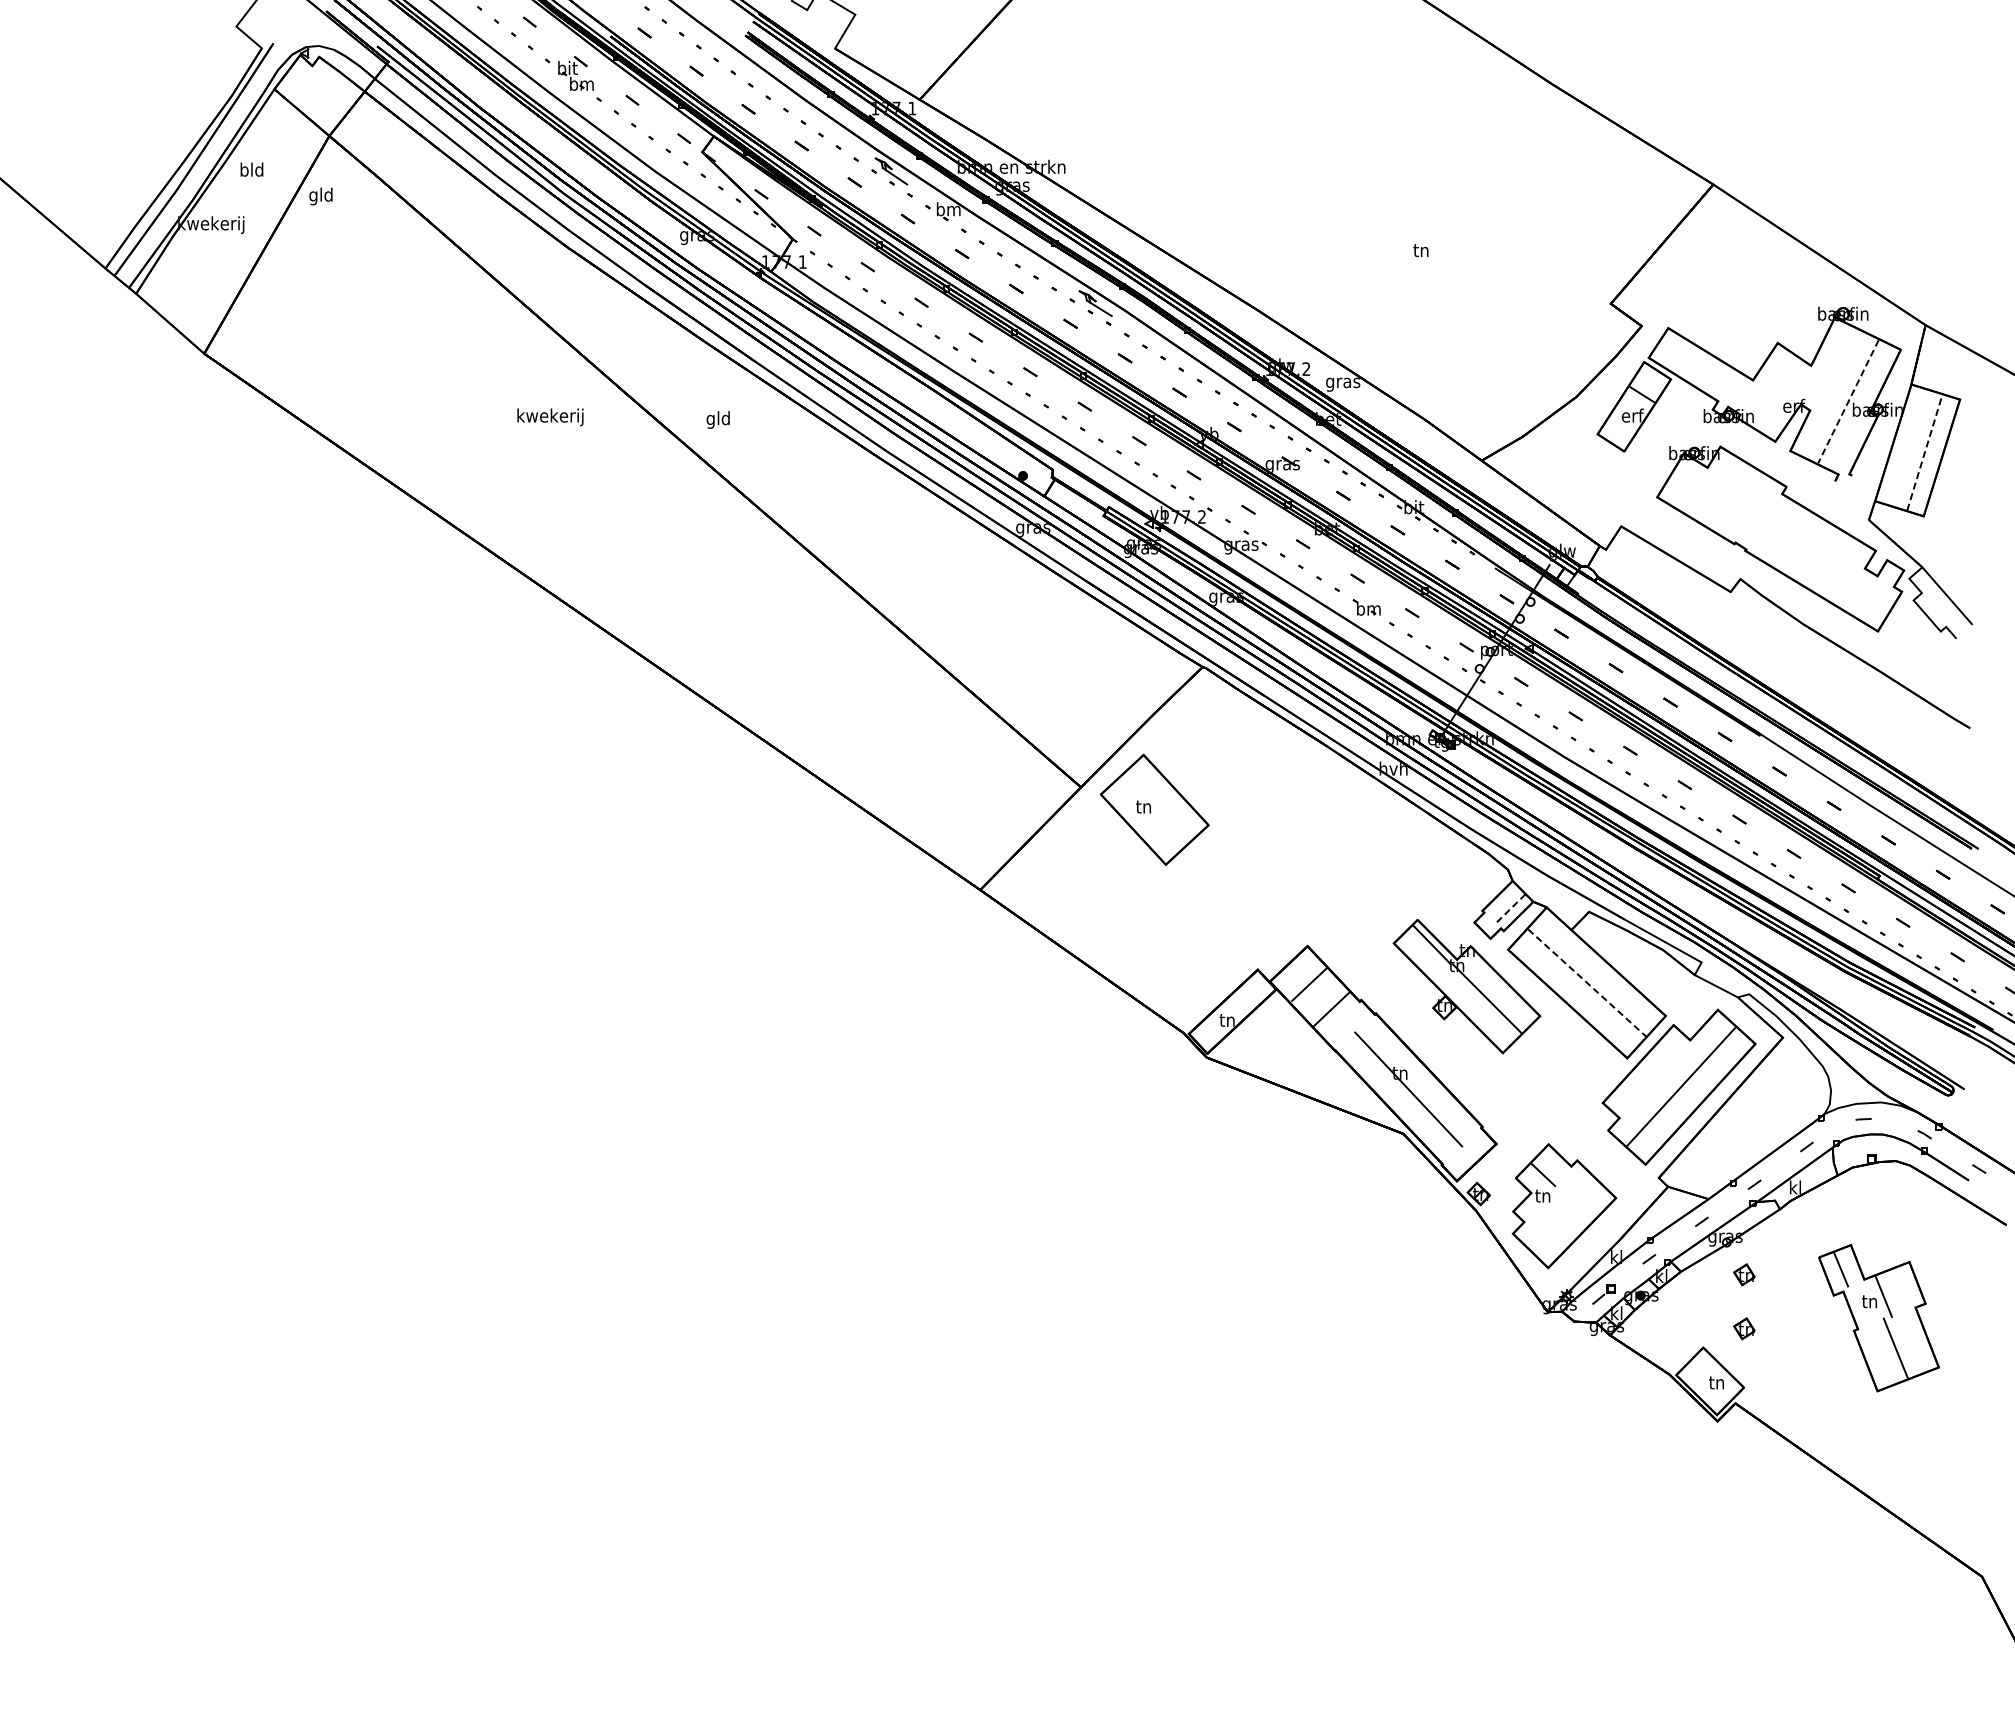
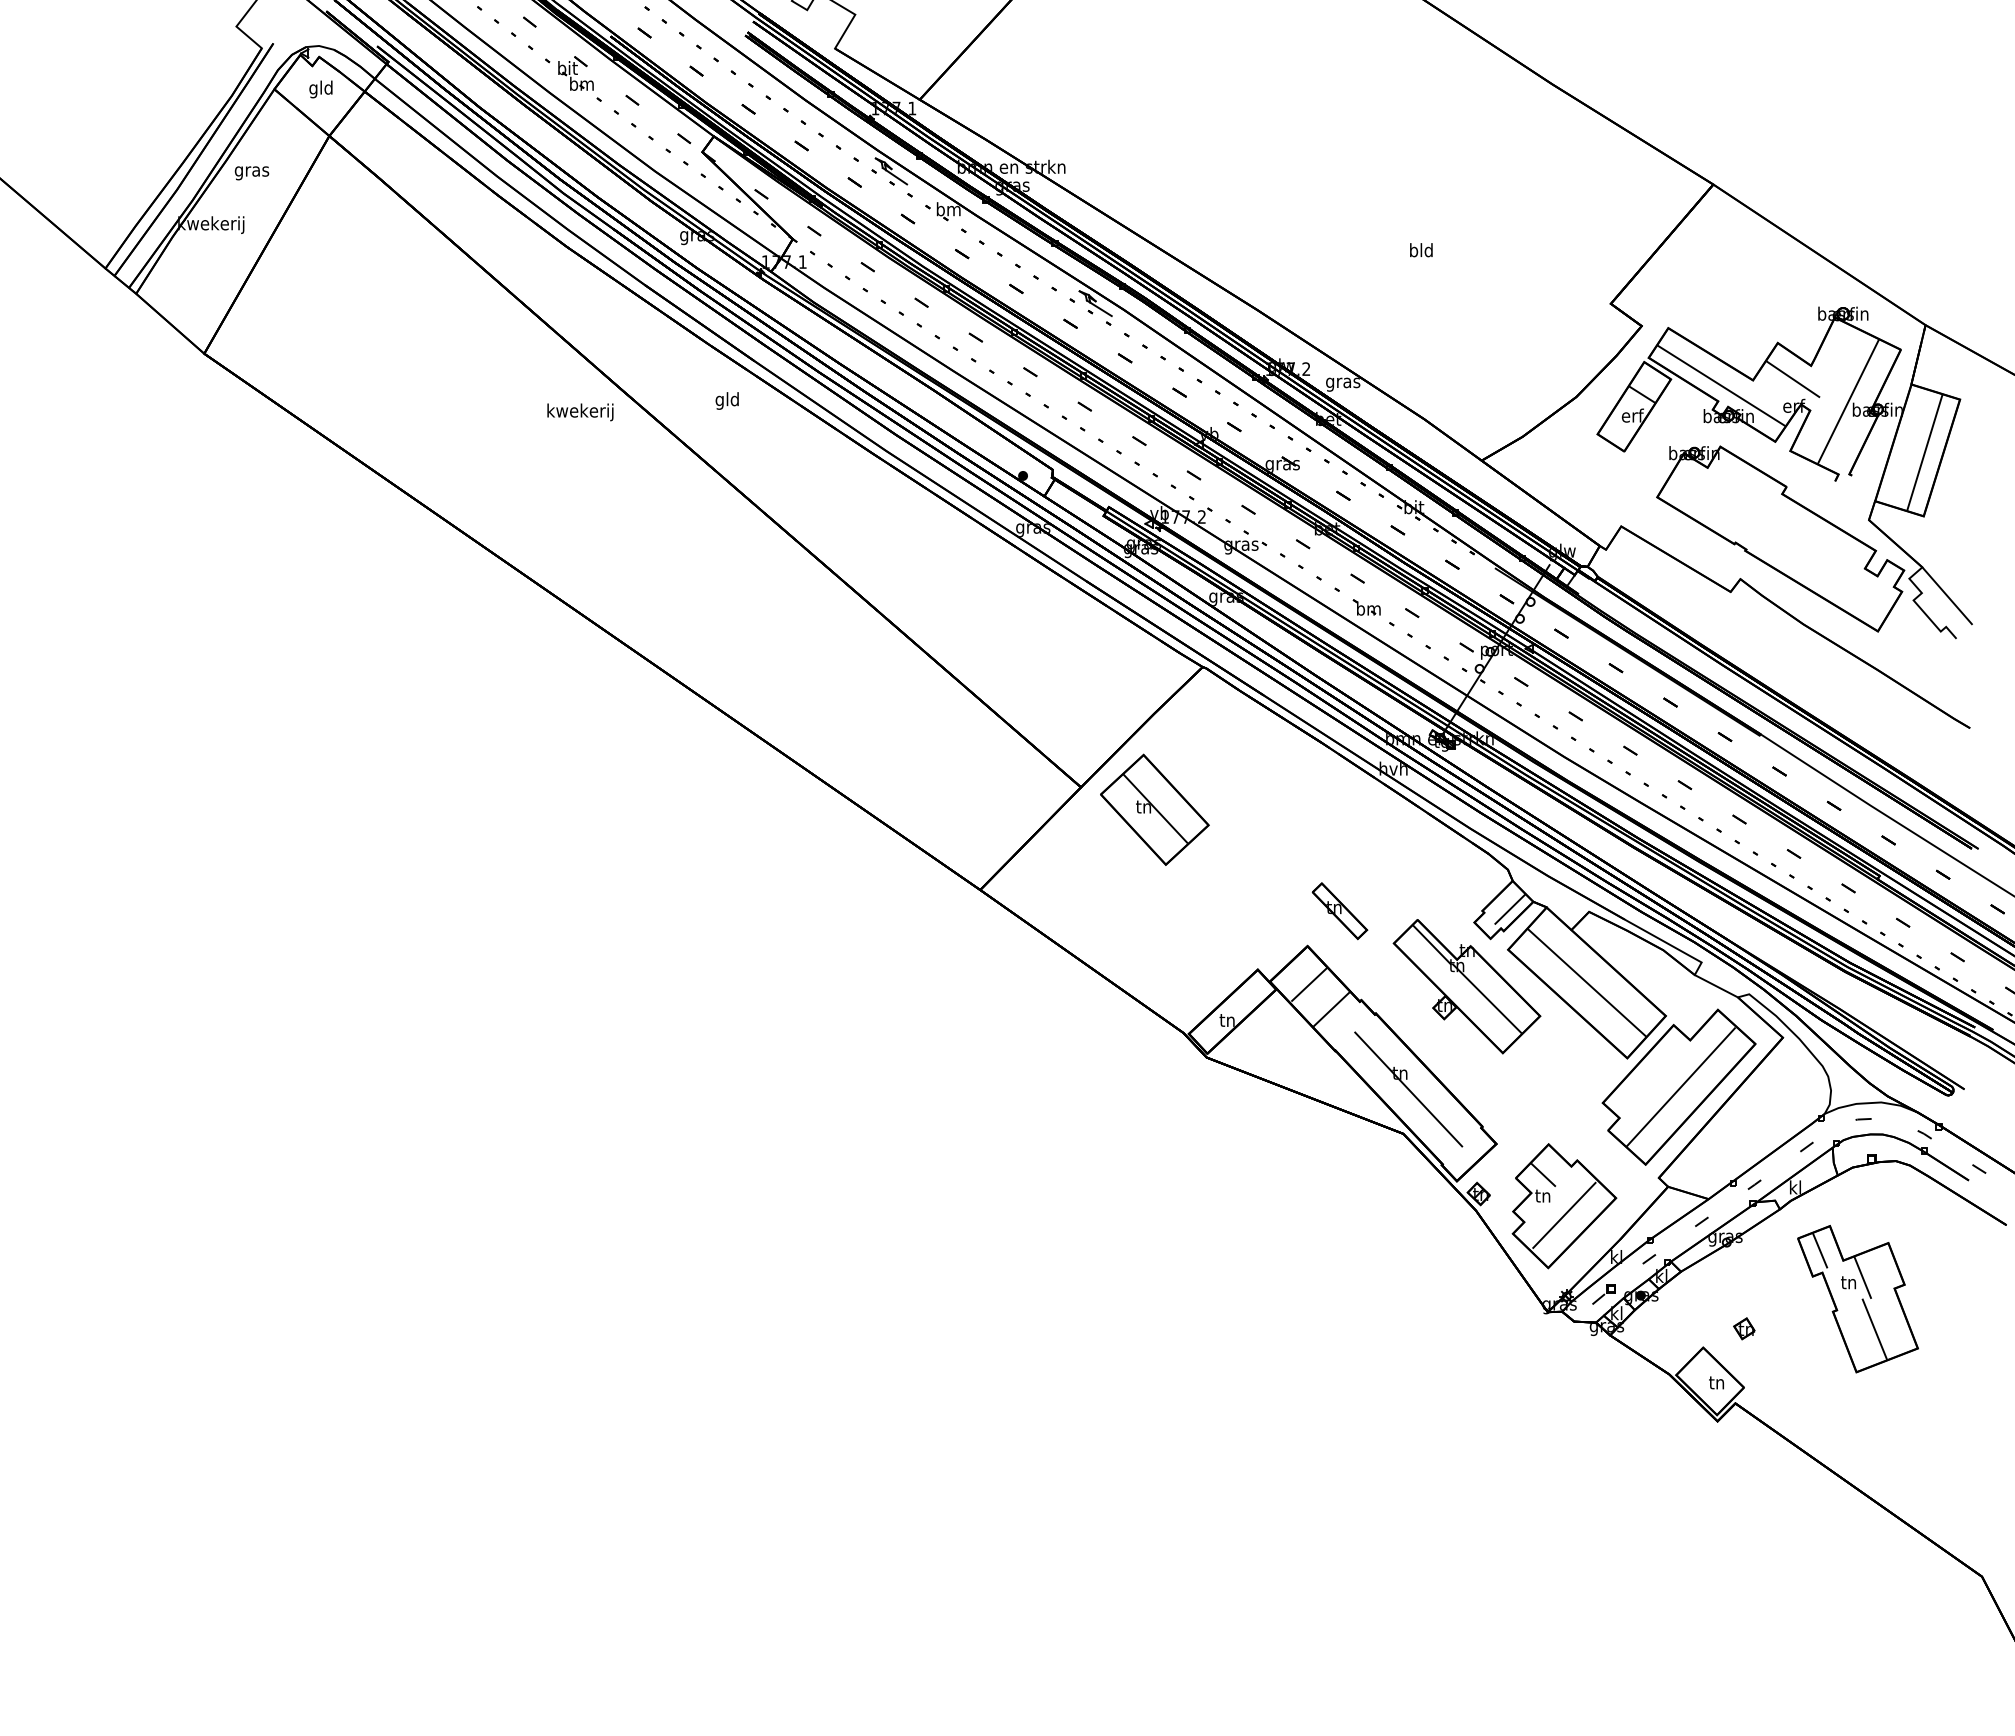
text at (251, 171): bld -> gras
text at (320, 196) position: (320, 196) -> (320, 89)
text at (1421, 250): tn -> bld
line at (1793, 379): none -> present
line at (1720, 385): none -> present
line at (1848, 401): dashed -> solid
text at (550, 417) position: (550, 417) -> (580, 412)
text at (717, 419) position: (717, 419) -> (726, 400)
line at (1925, 452): dashed -> solid
line at (1155, 808): none -> present
line at (1510, 909): dashed -> solid
part at (1339, 911): none -> present
line at (1587, 982): dashed -> solid
line at (1564, 1214): none -> present
part at (1744, 1274): present -> none
part at (1878, 1318) position: (1878, 1318) -> (1857, 1299)
